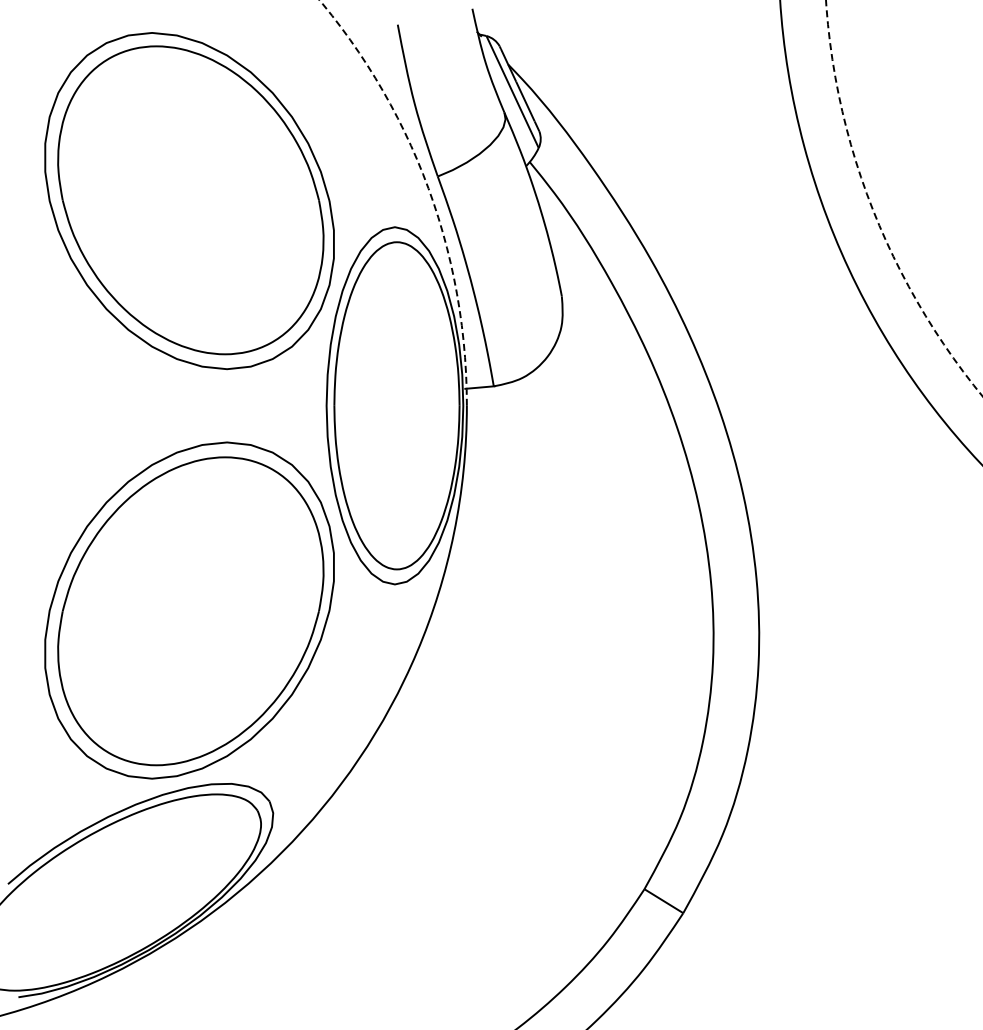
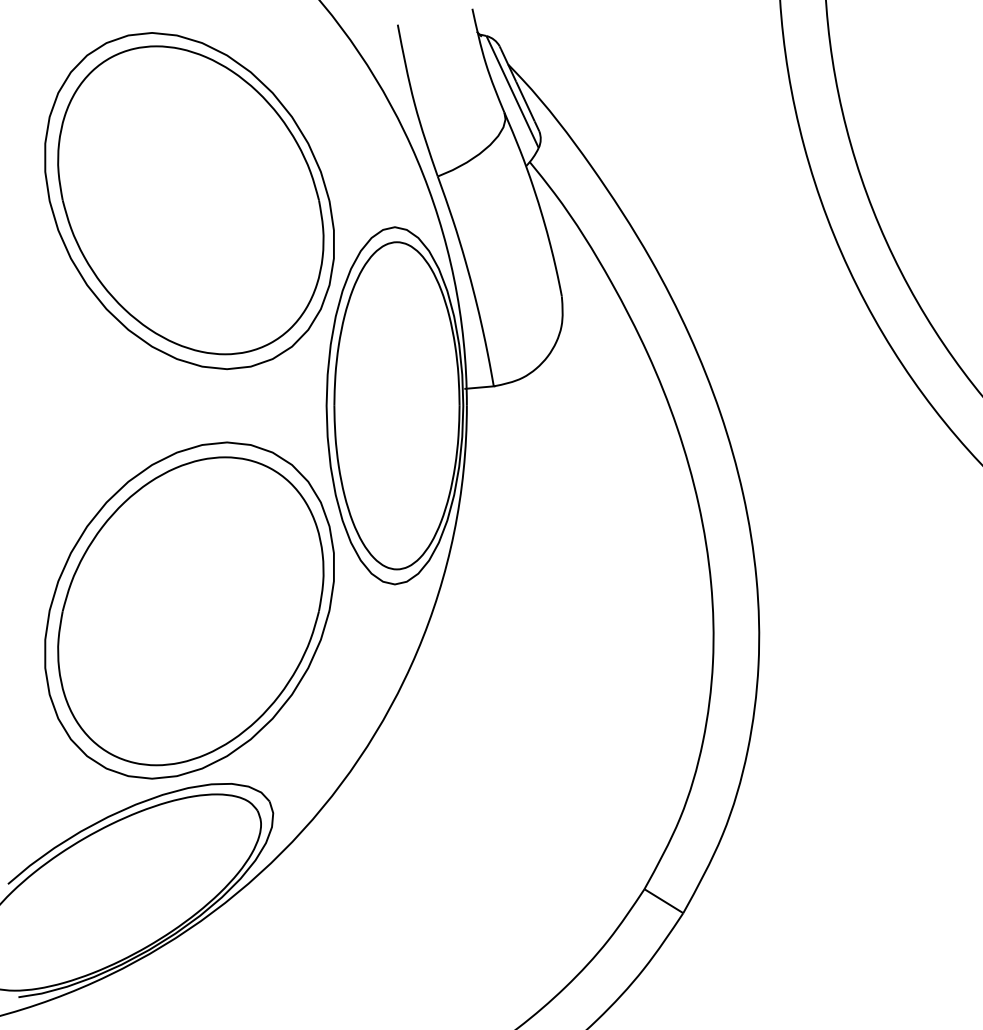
arc at (429, 191): dashed -> solid
circle at (904, 198): dashed -> solid
